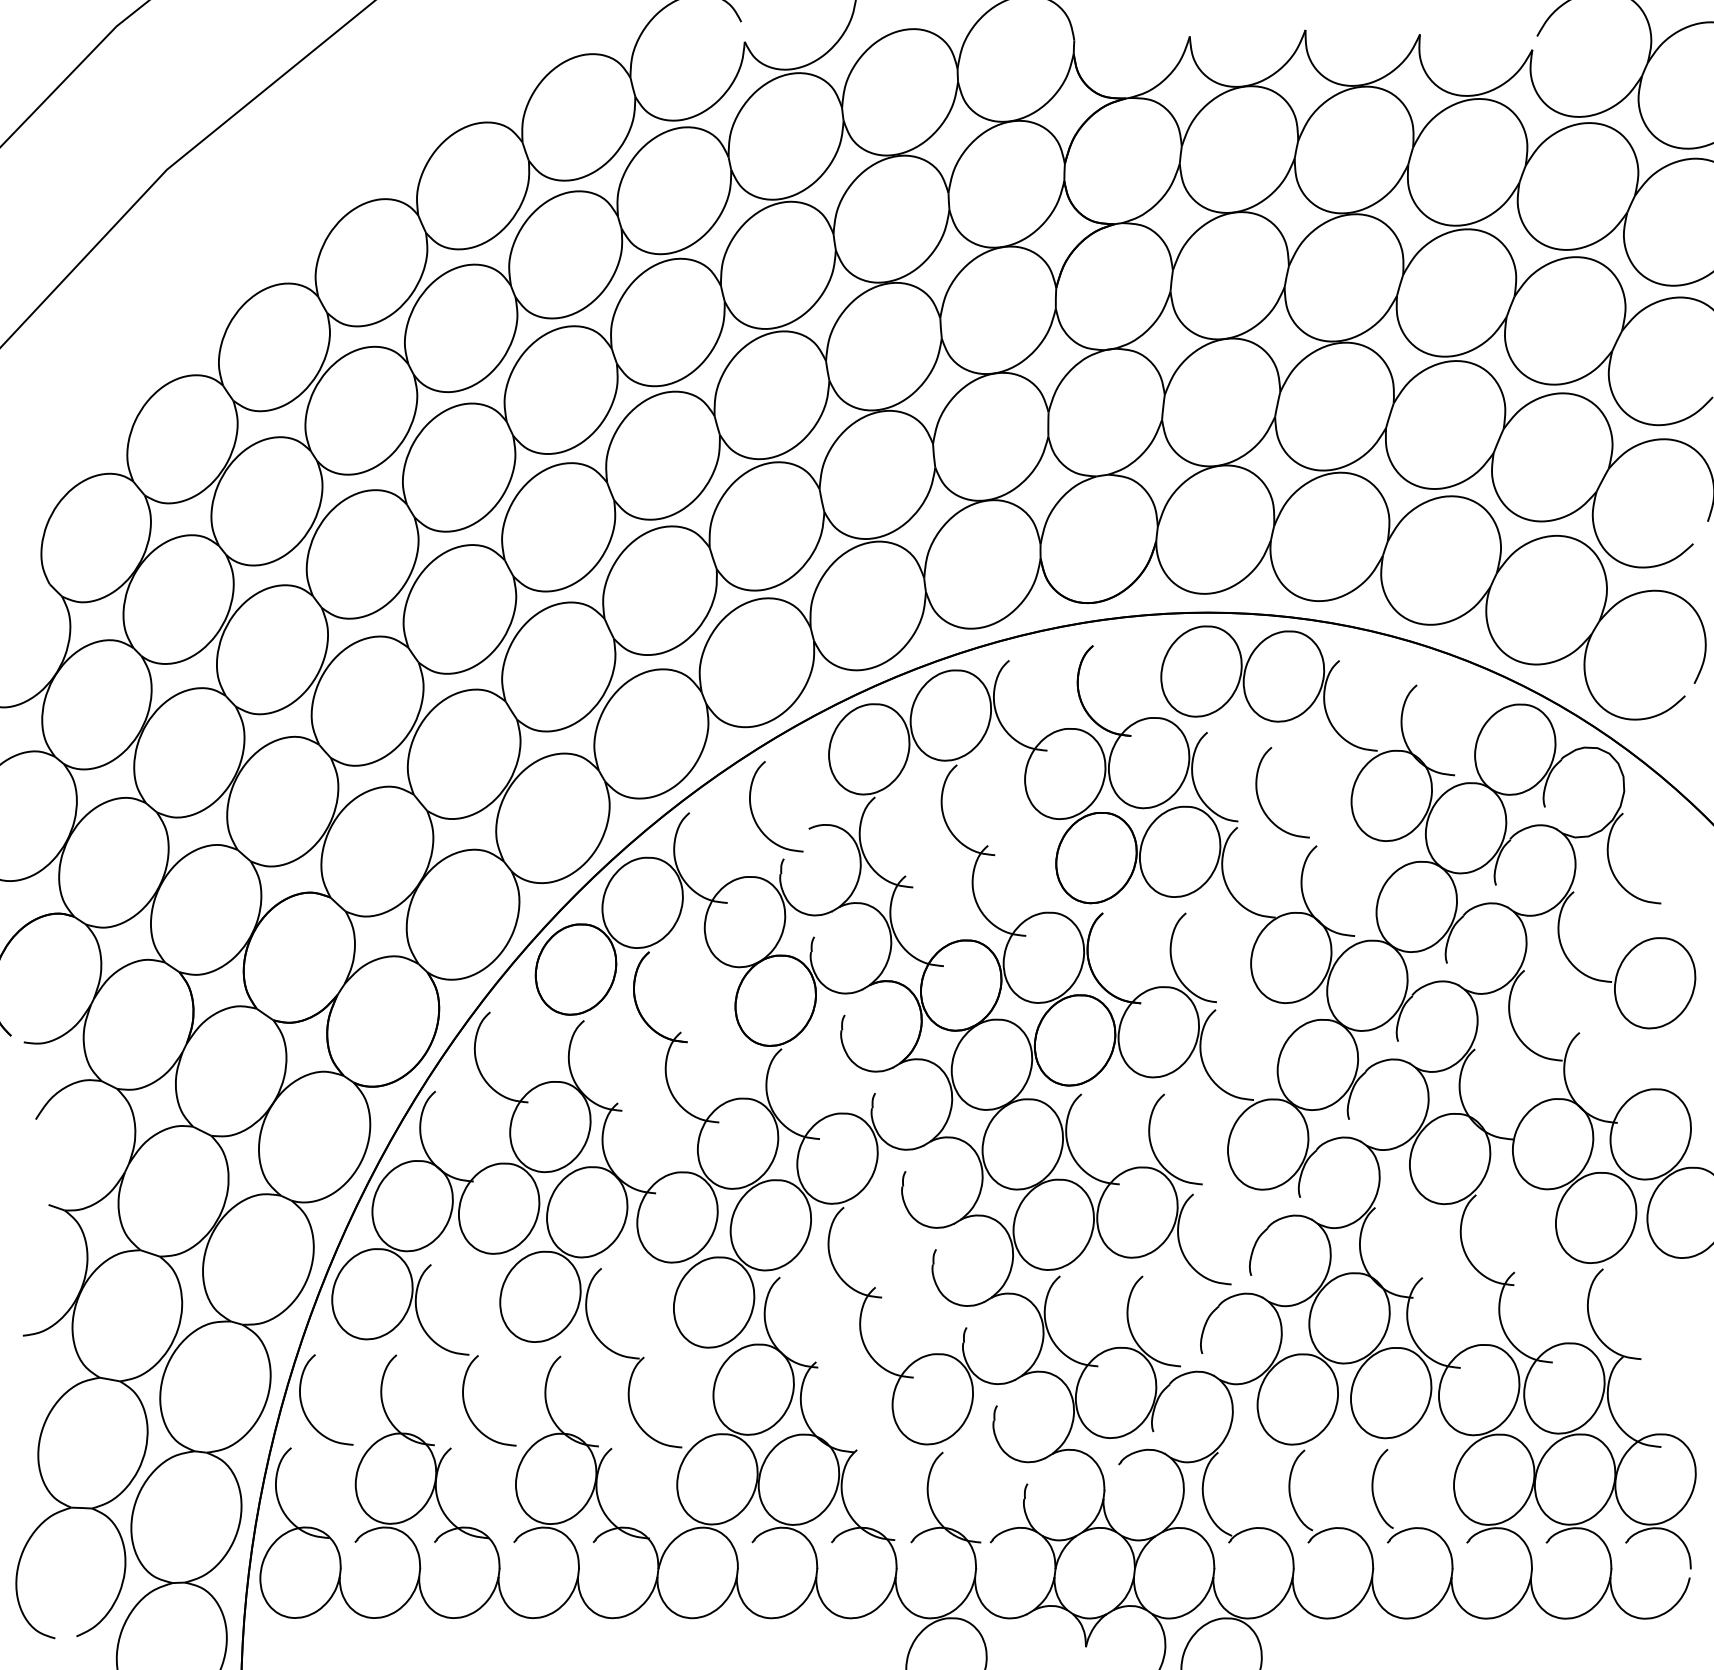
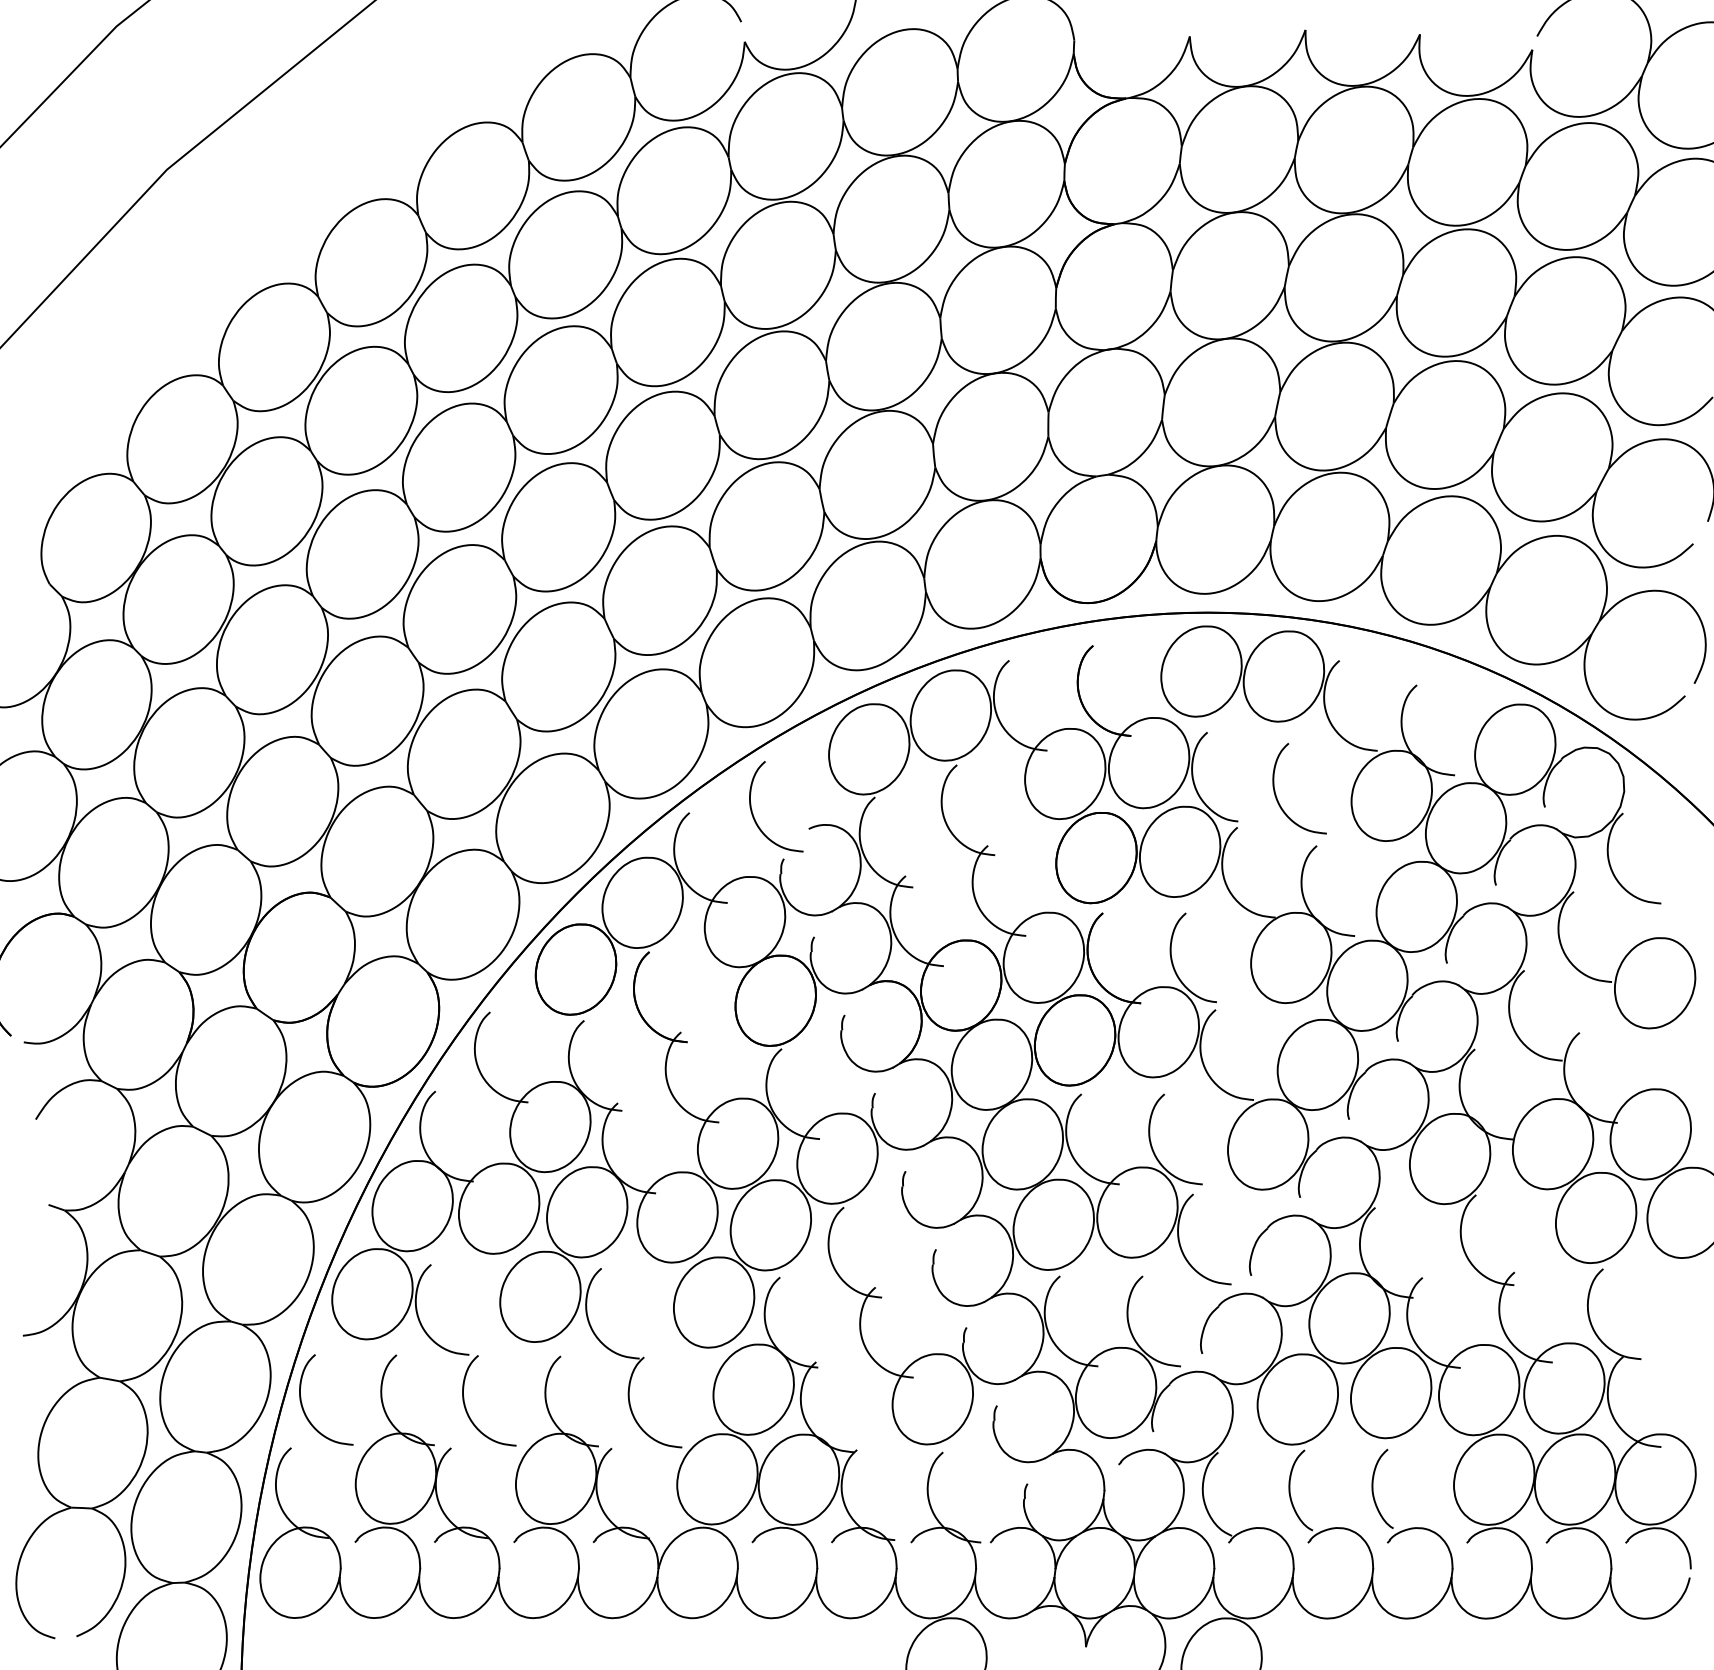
curve at (1259, 798) position: (1259, 798) -> (1276, 794)
